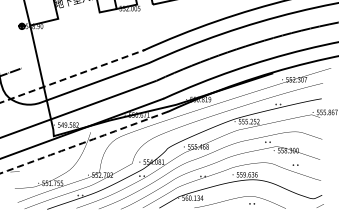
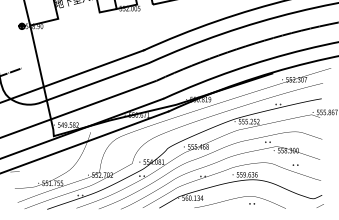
line at (73, 76): dashed -> solid
arc at (84, 142): dashed -> solid
